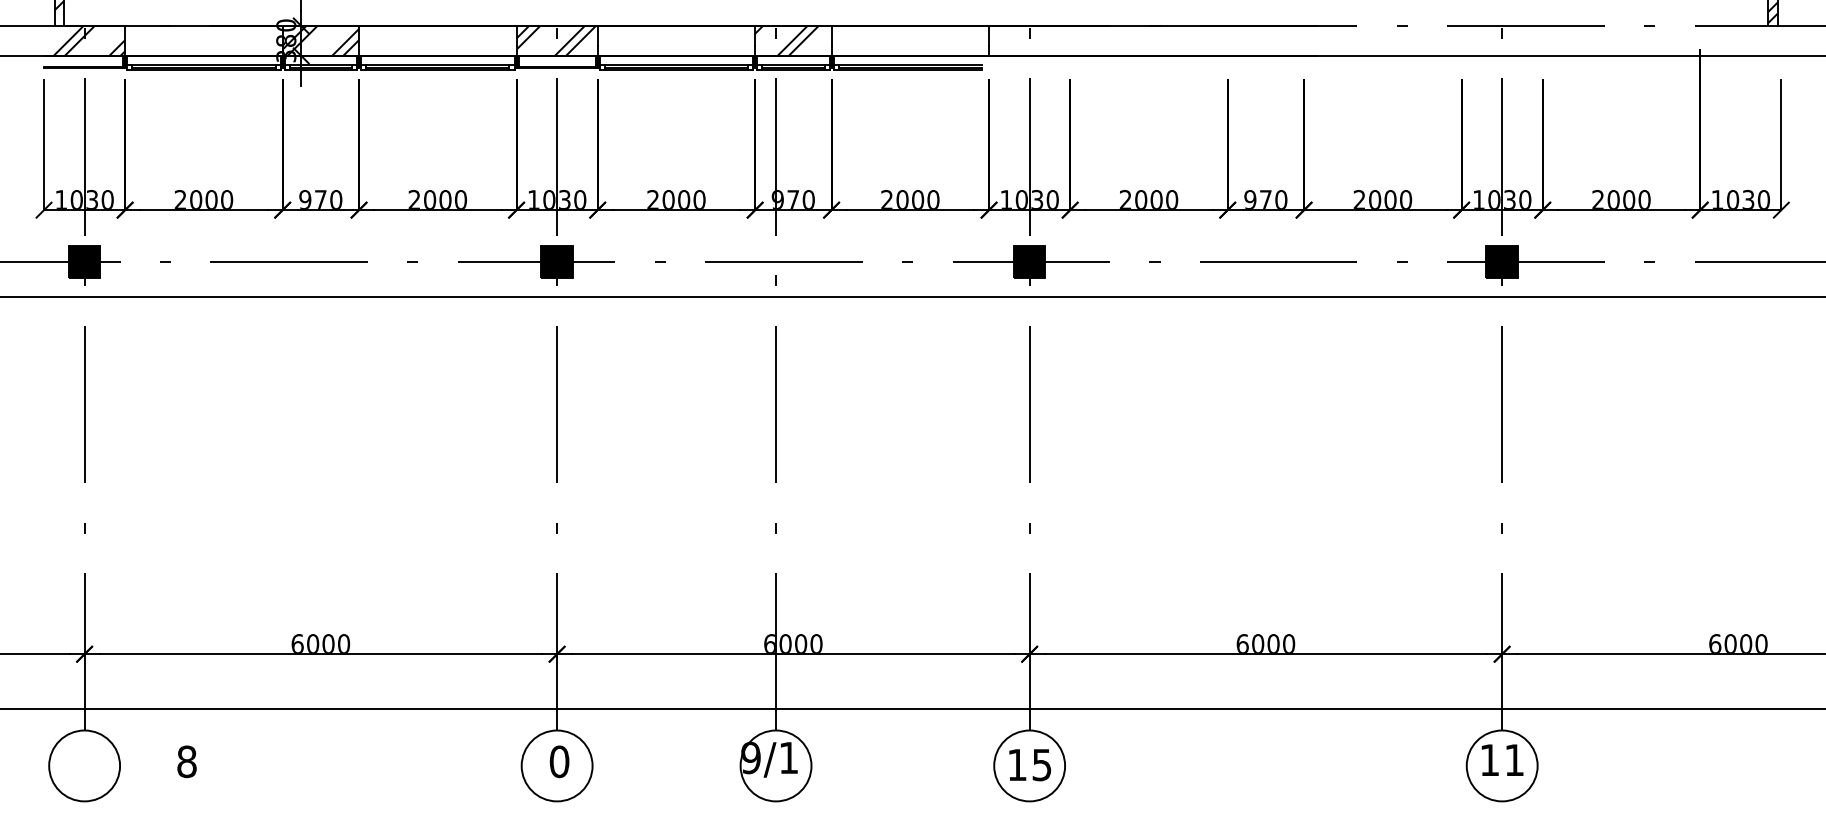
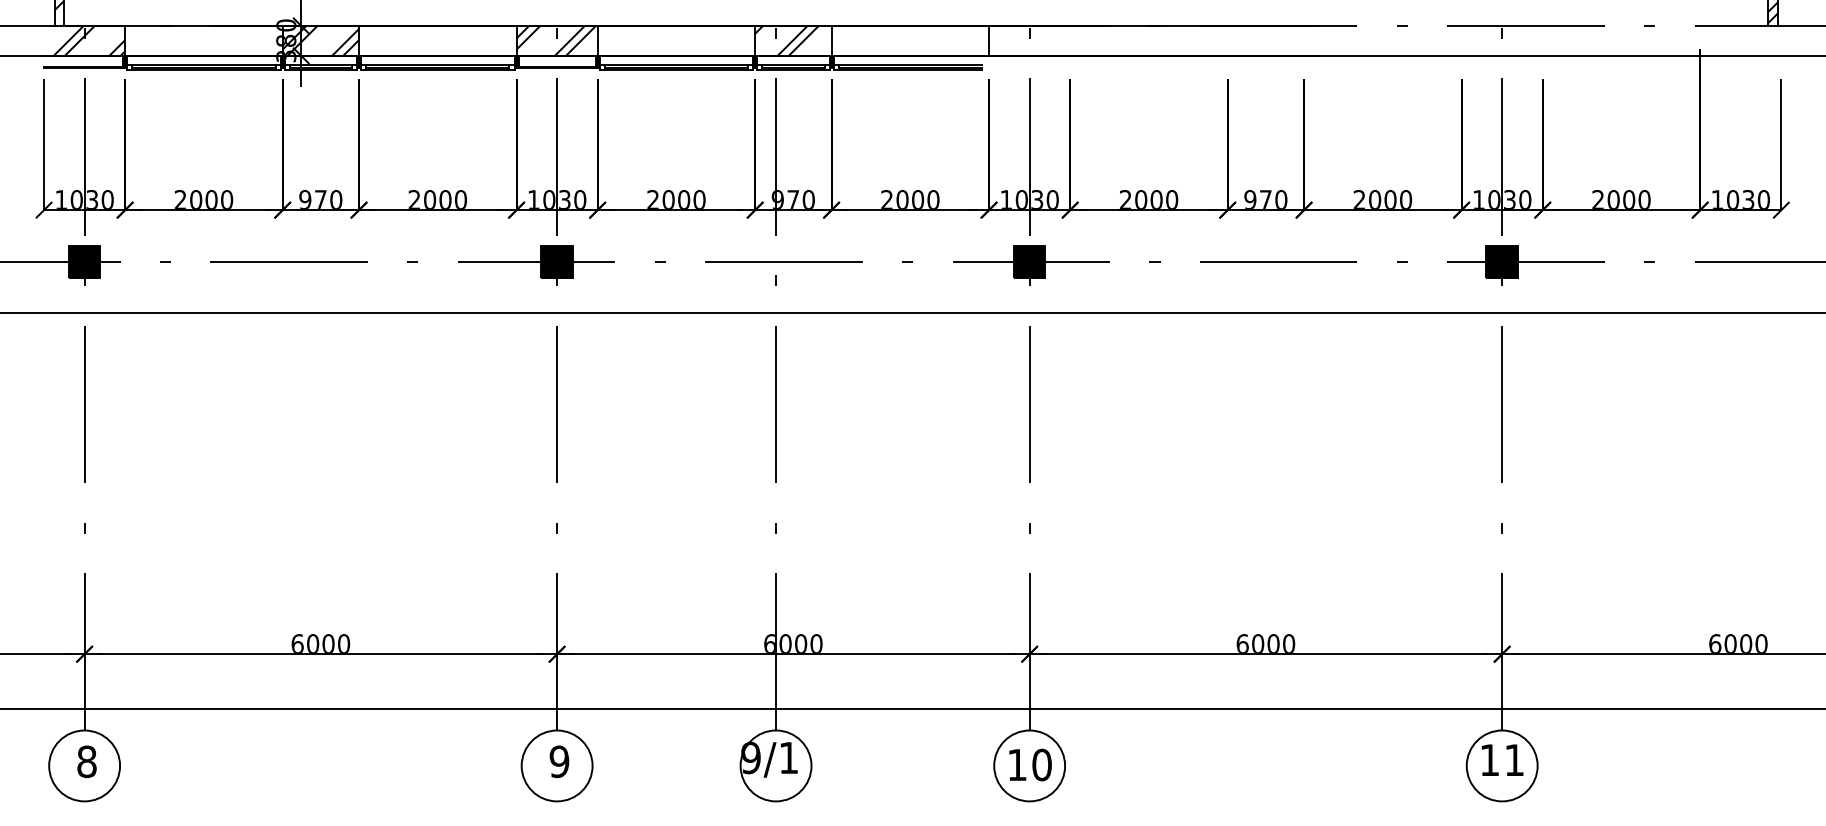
line at (912, 297) position: (912, 297) -> (912, 313)
text at (186, 761) position: (186, 761) -> (86, 761)
text at (559, 761): 0 -> 9
text at (1041, 764): 15 -> 10
